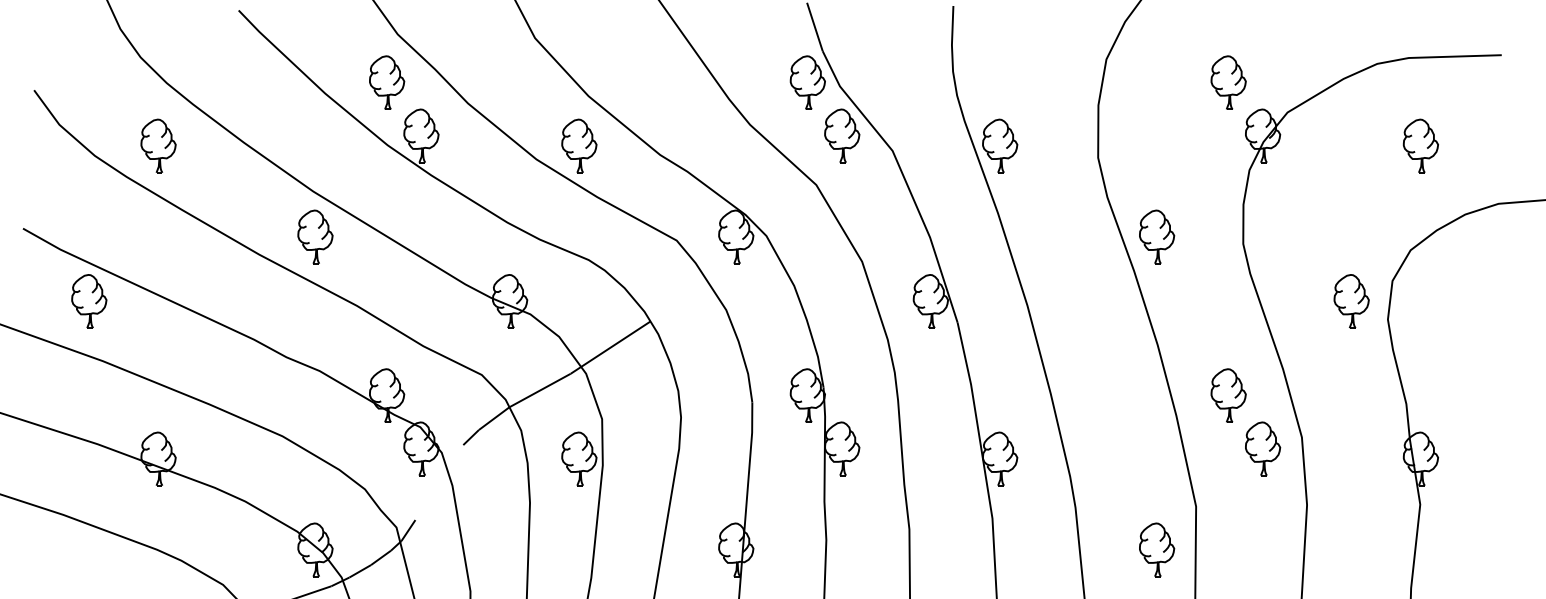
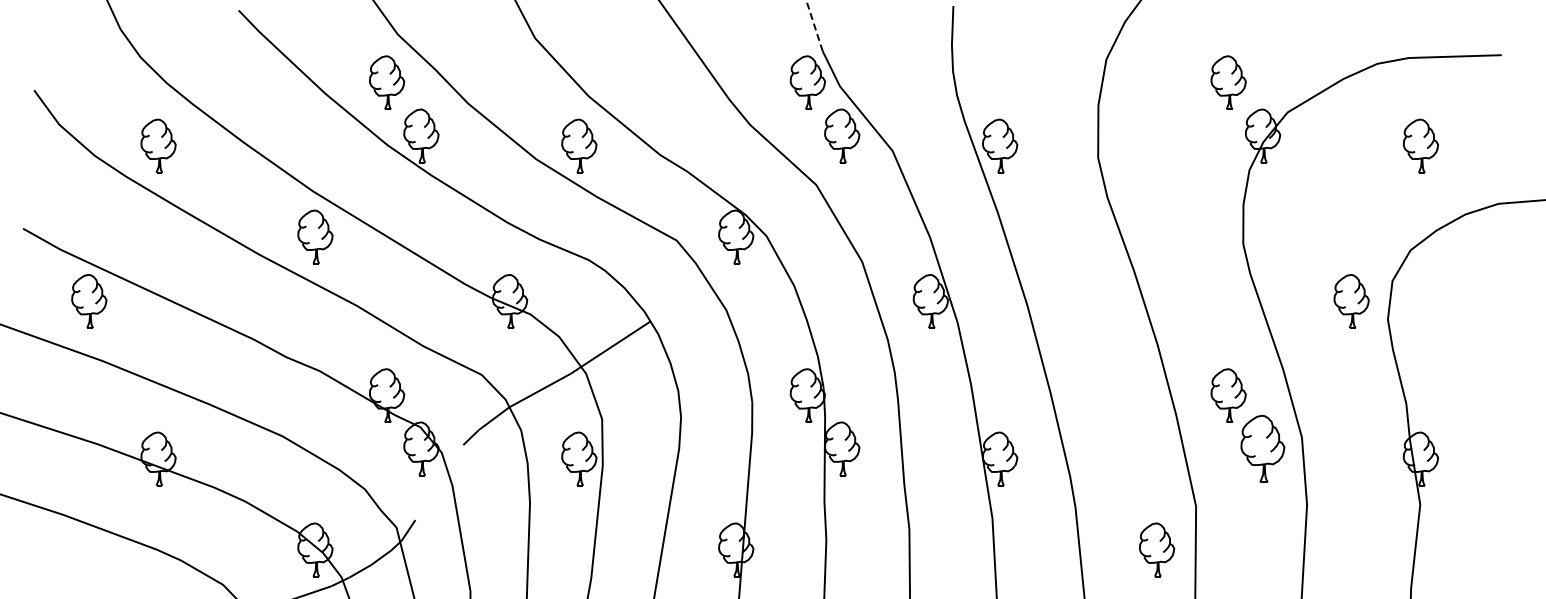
line at (814, 26): solid -> dashed
part at (1157, 236): present -> none
part at (1263, 448) size: 37x56 px -> 46x69 px
